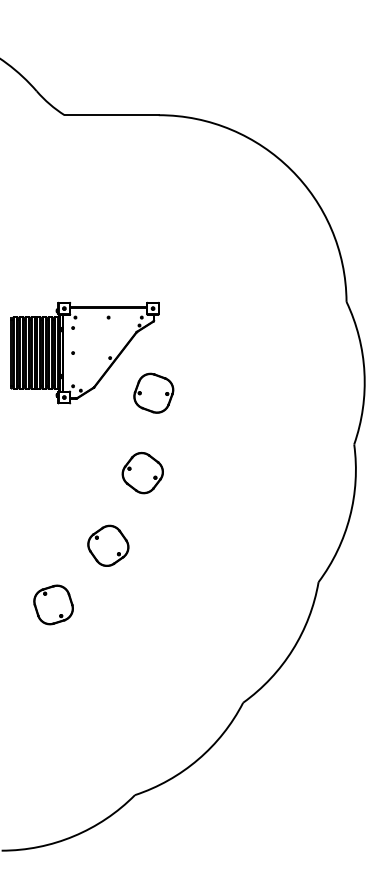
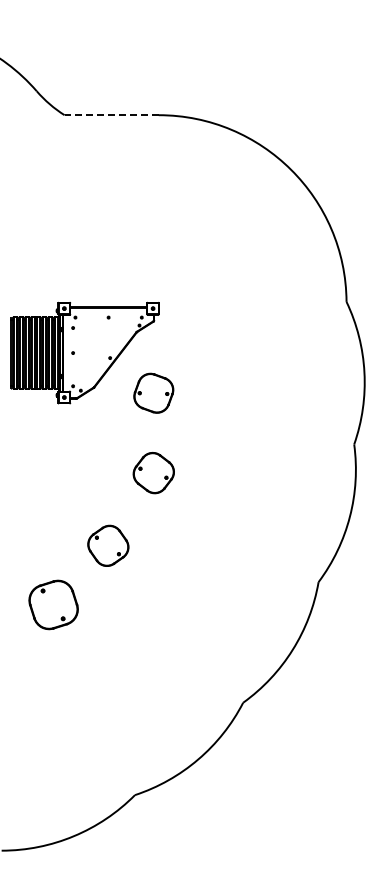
line at (111, 115): solid -> dashed
part at (142, 473) position: (142, 473) -> (153, 473)
part at (53, 604) size: 41x42 px -> 51x52 px
